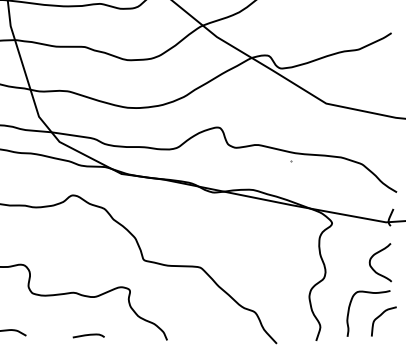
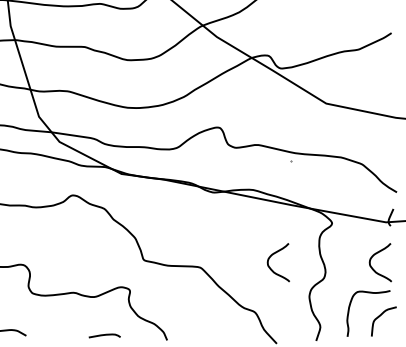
curve at (271, 256): none -> present
curve at (88, 335) position: (88, 335) -> (104, 335)
